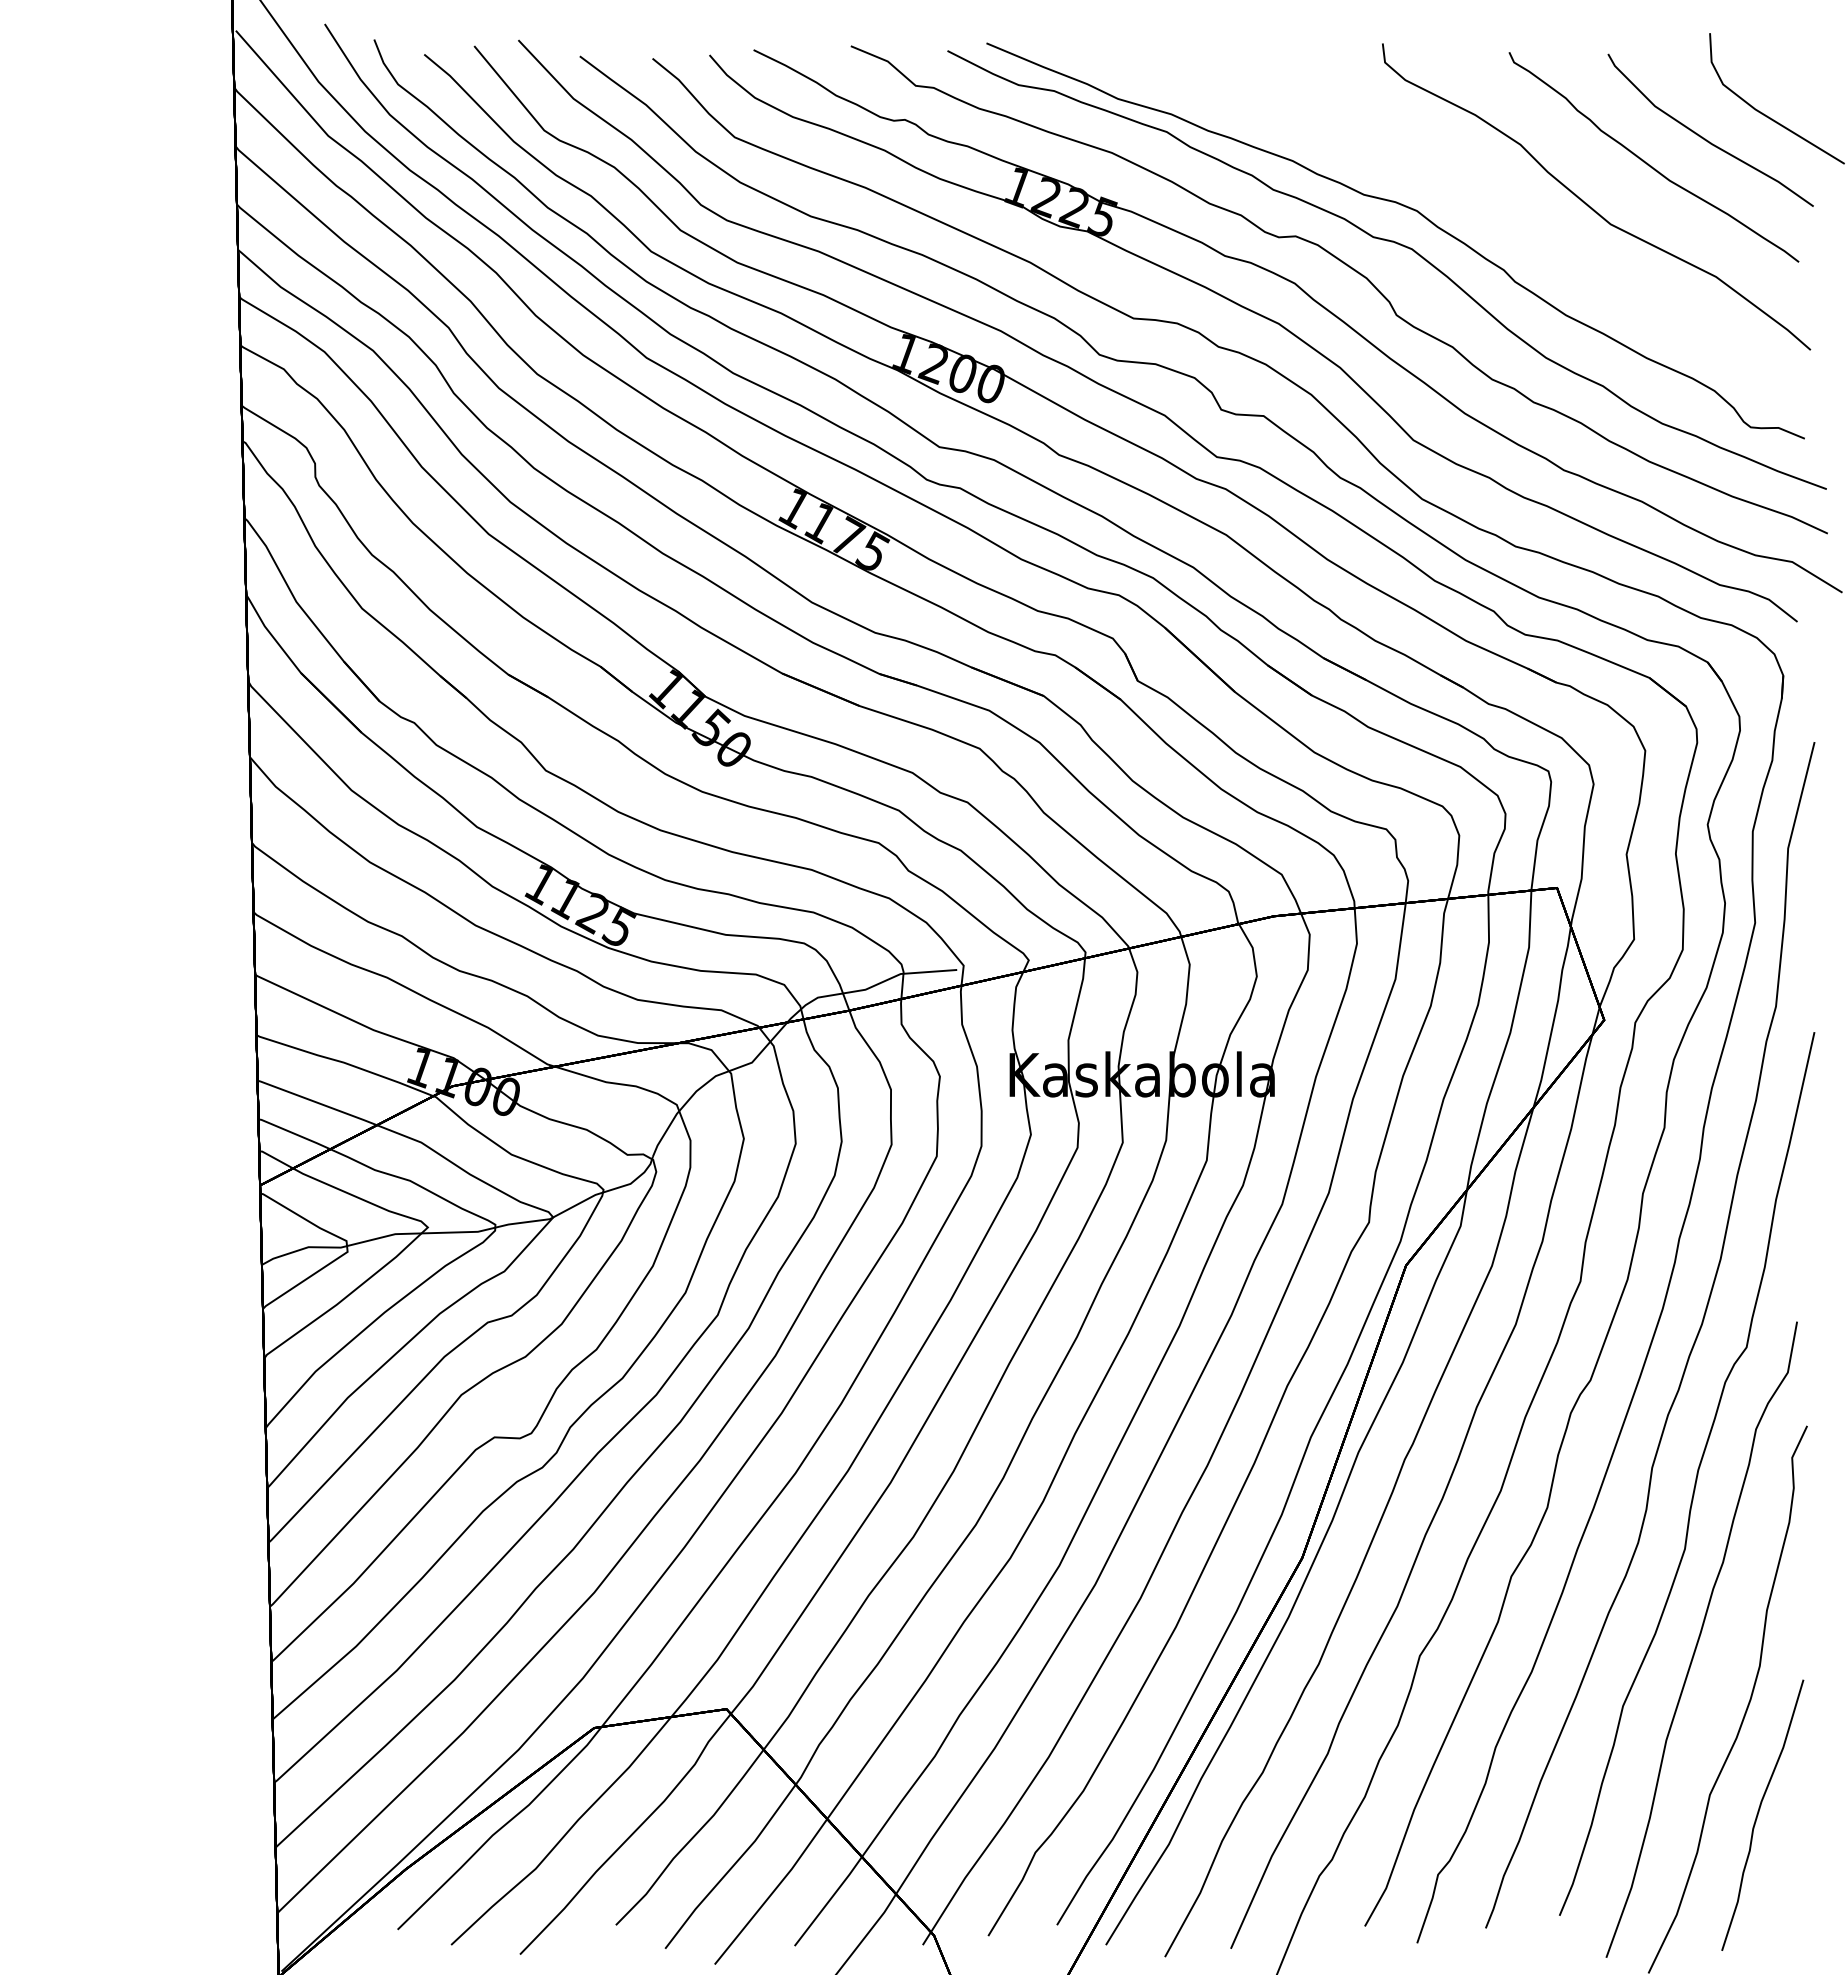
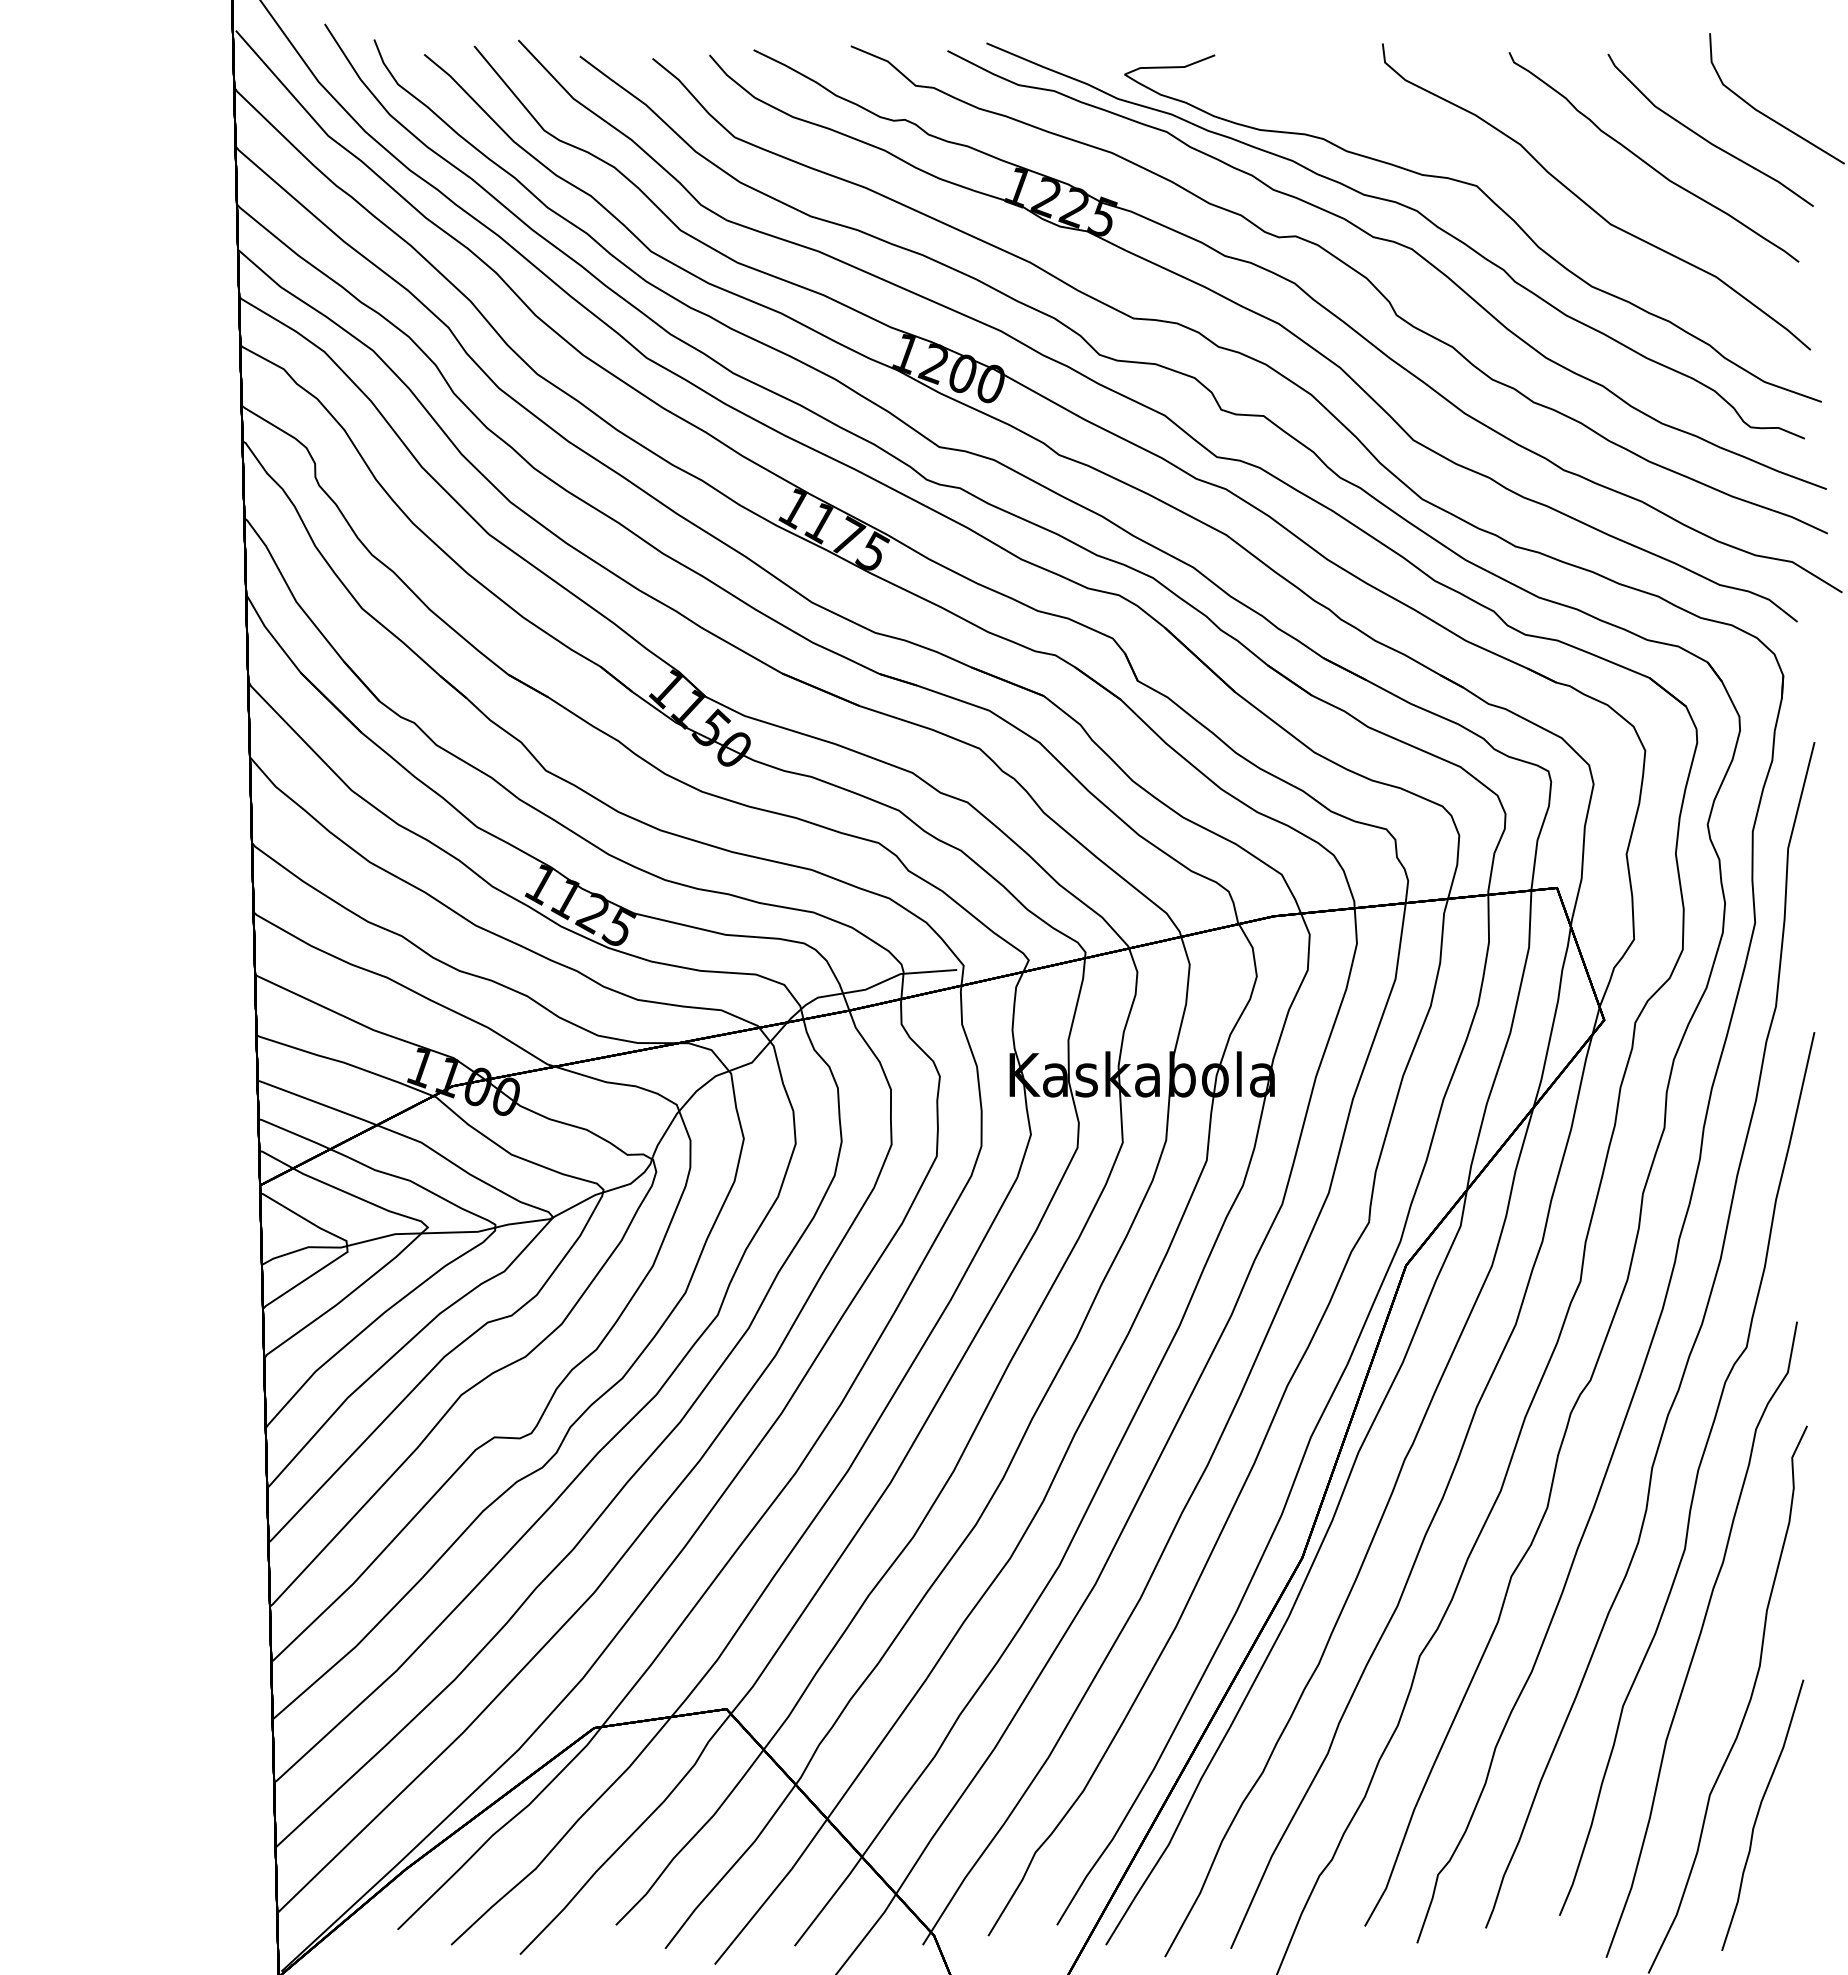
part at (1495, 205): none -> present
